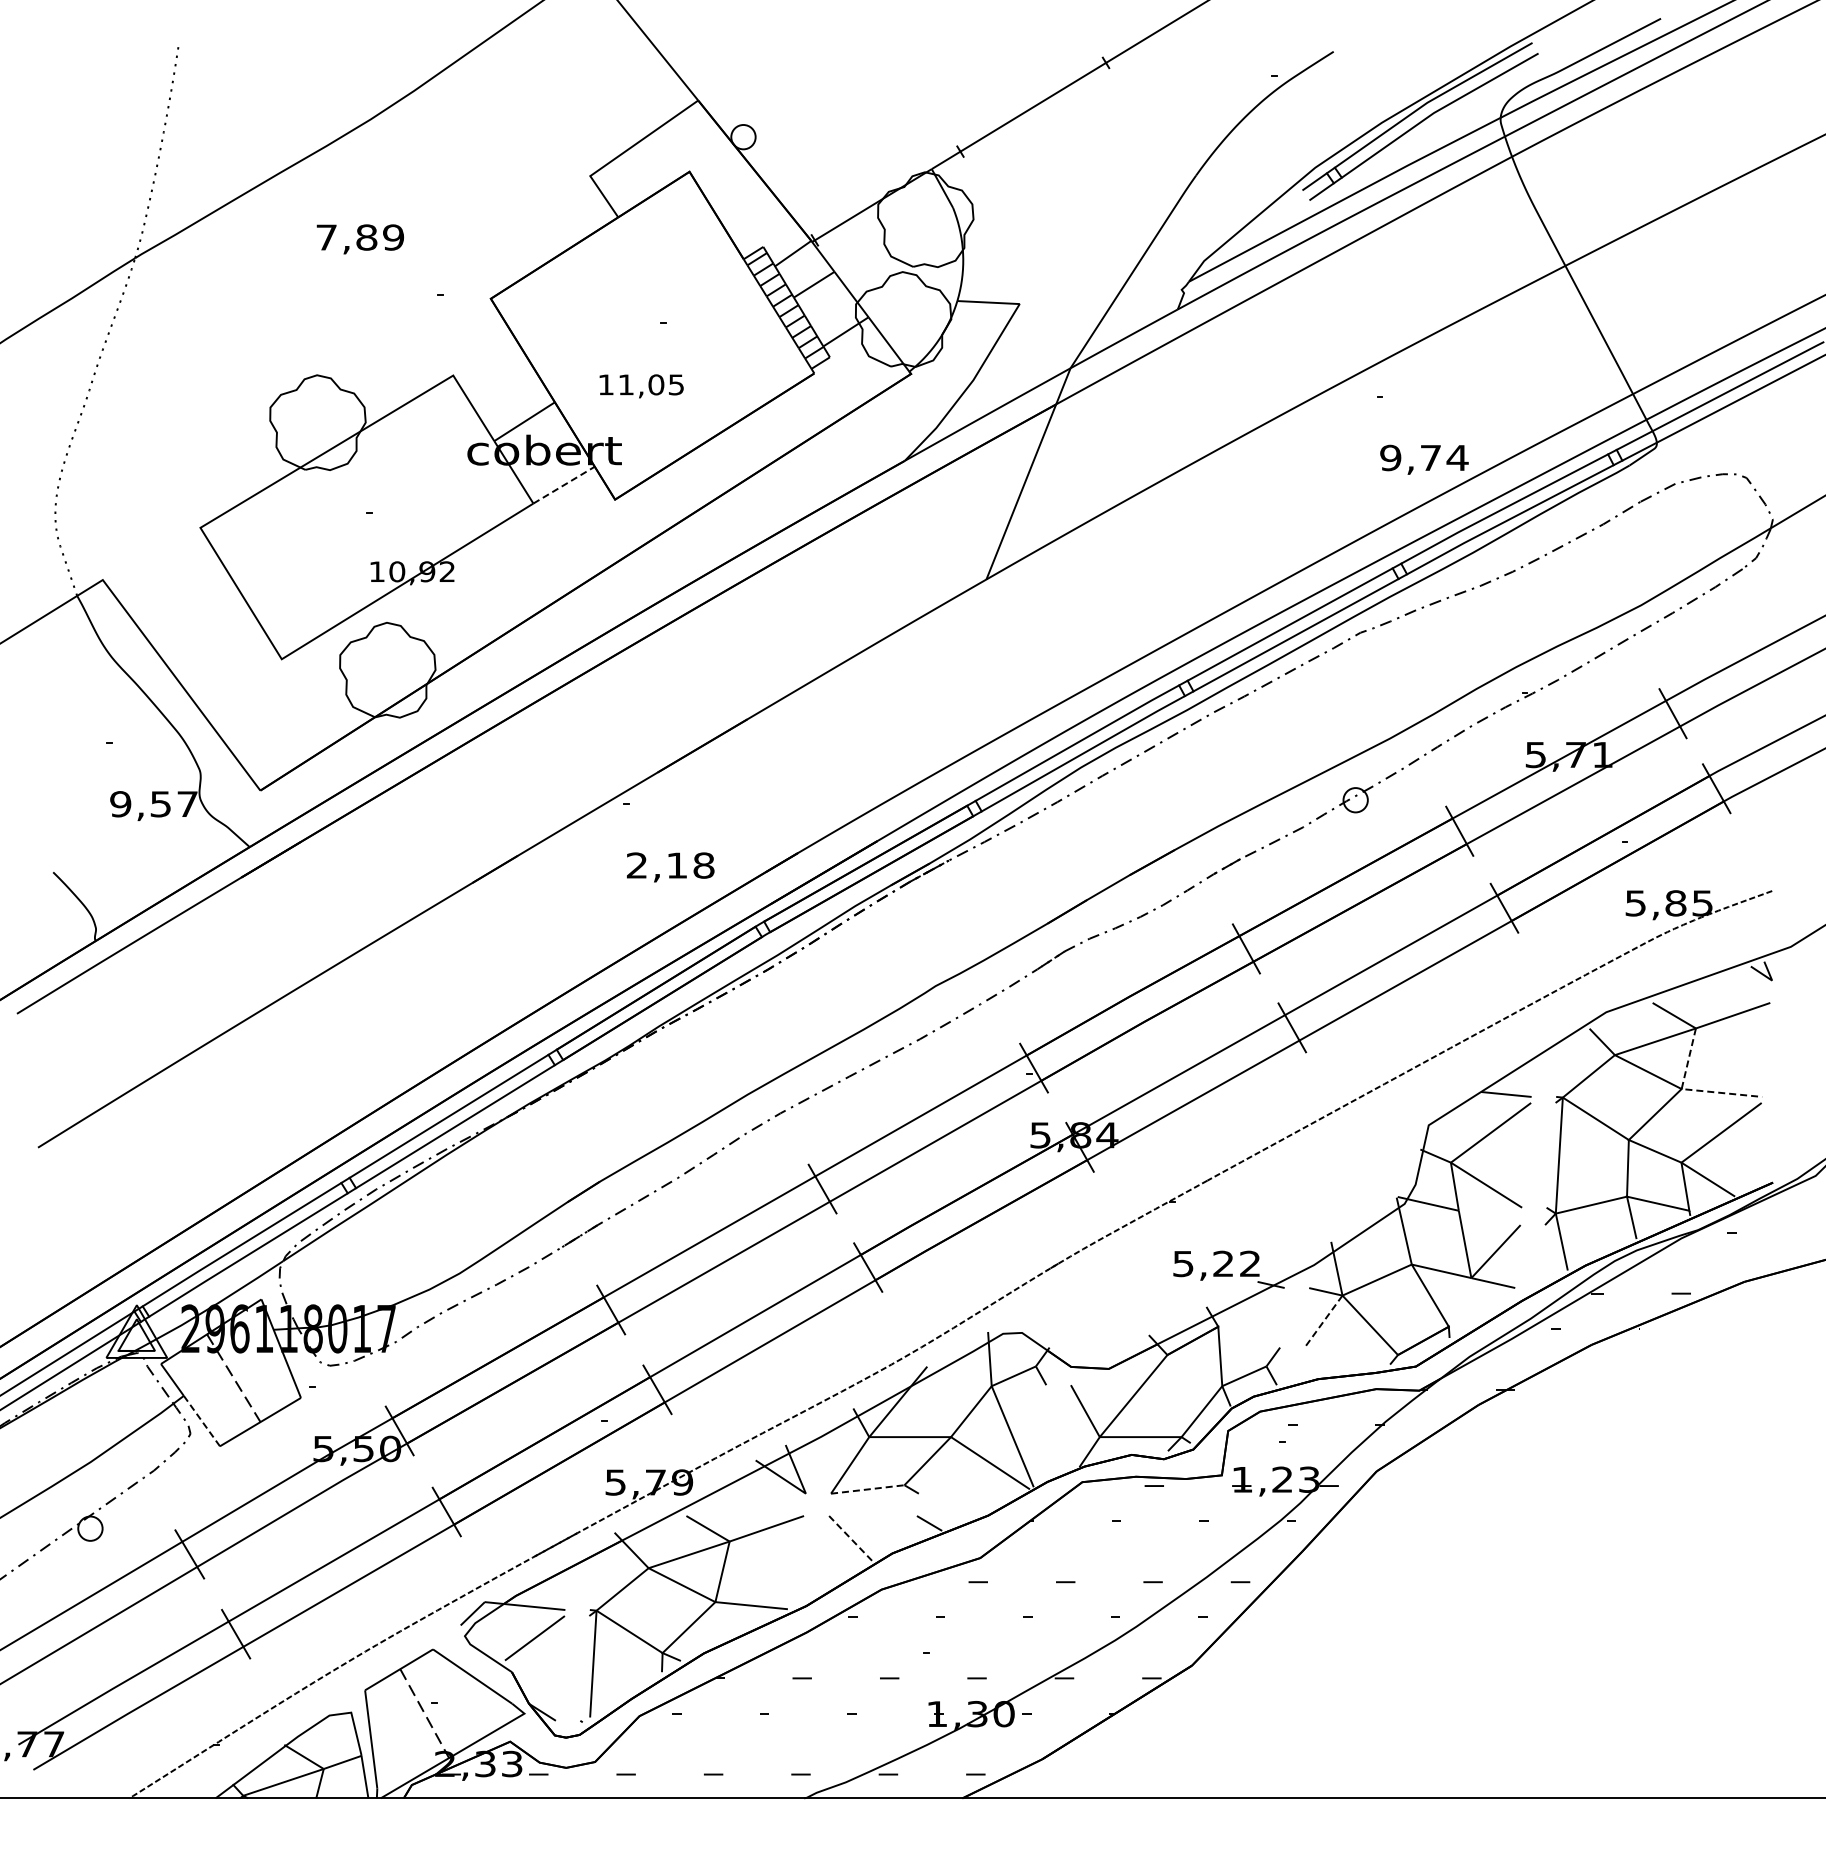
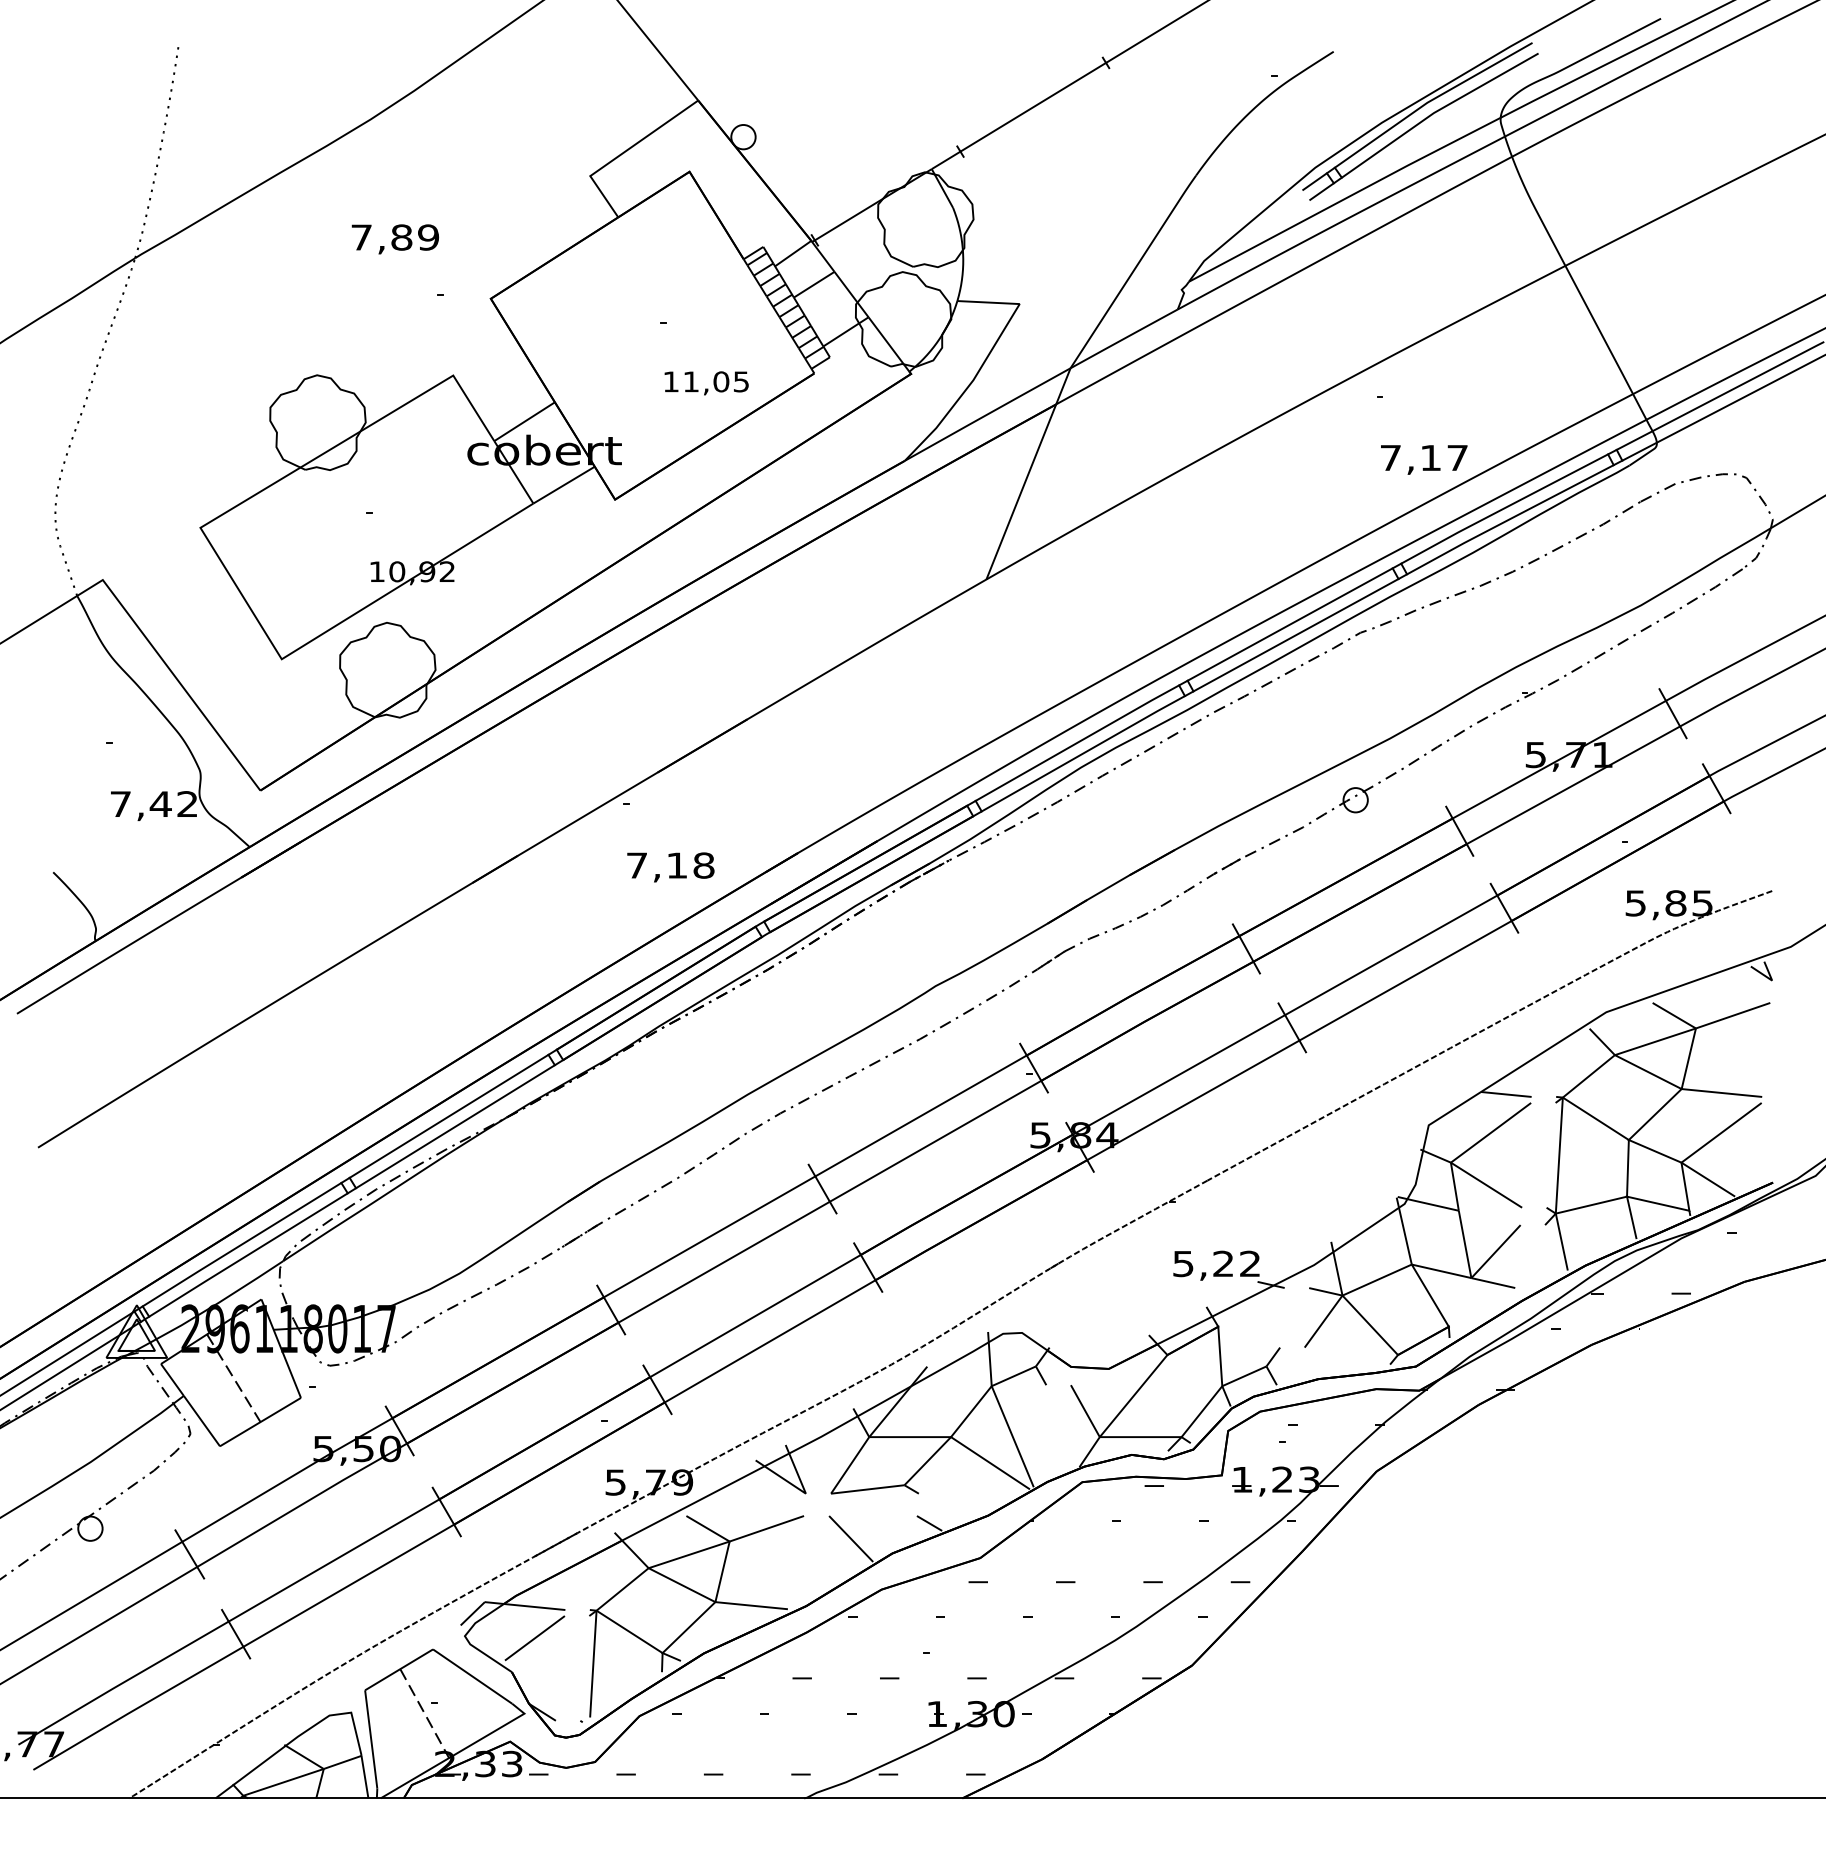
text at (359, 239) position: (359, 239) -> (394, 239)
text at (641, 386) position: (641, 386) -> (706, 383)
text at (1424, 457): 9,74 -> 7,17
line at (564, 485): dashed -> solid
text at (153, 804): 9,57 -> 7,42
text at (636, 865): 2,18 -> 7,18
line at (1690, 1089): dashed -> solid
line at (1323, 1322): dashed -> solid
line at (201, 1420): dashed -> solid
line at (867, 1489): dashed -> solid
line at (851, 1538): dashed -> solid
